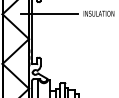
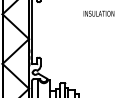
line at (49, 14): present -> none
